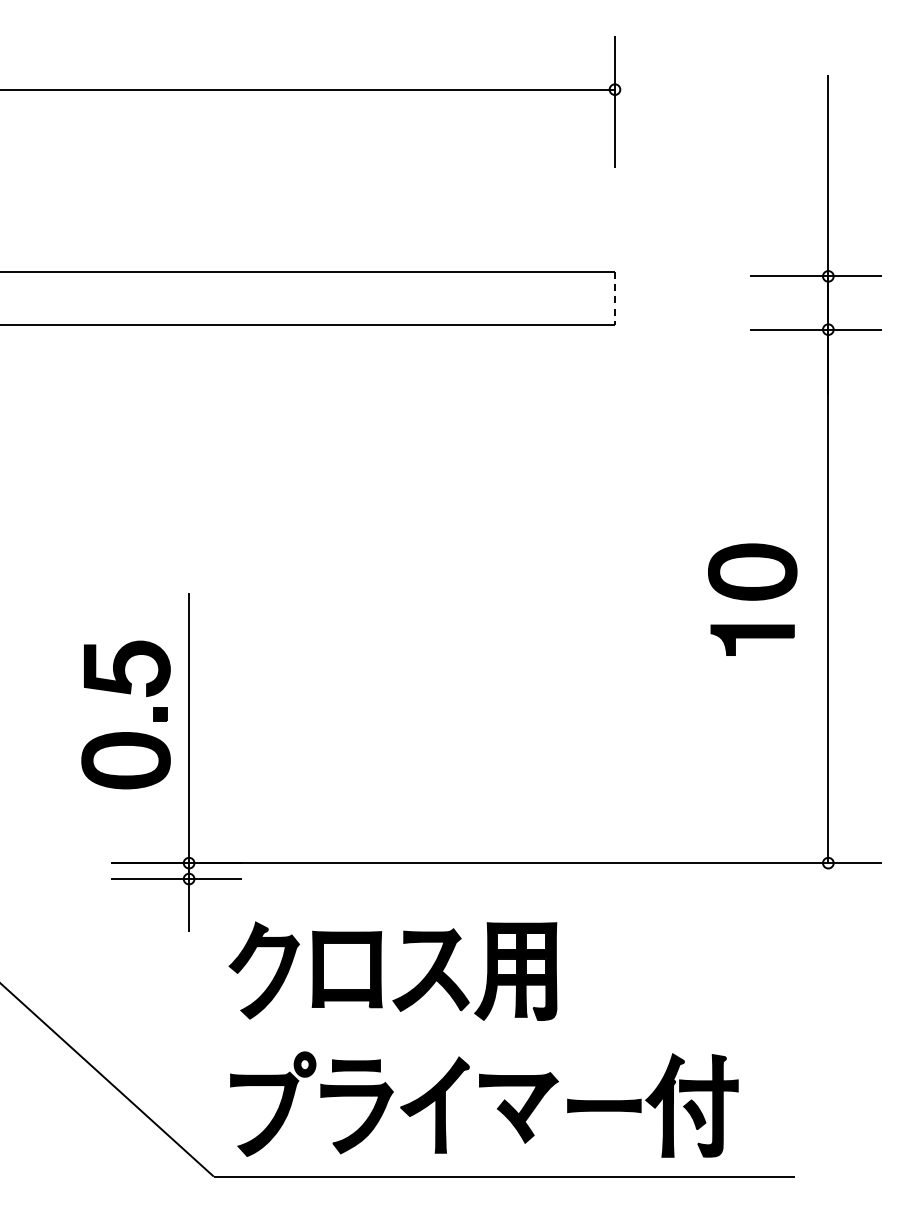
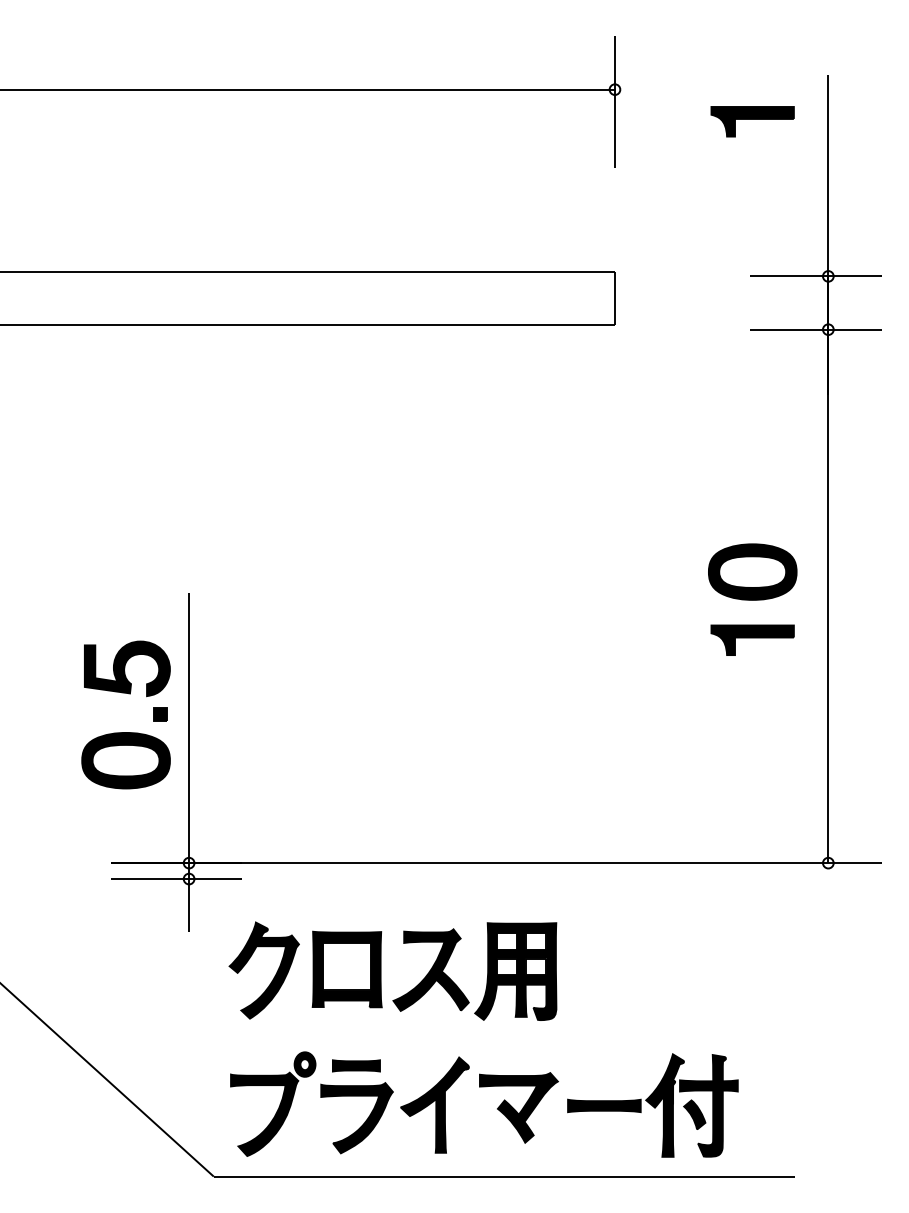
part at (752, 121): none -> present
line at (614, 298): dashed -> solid
